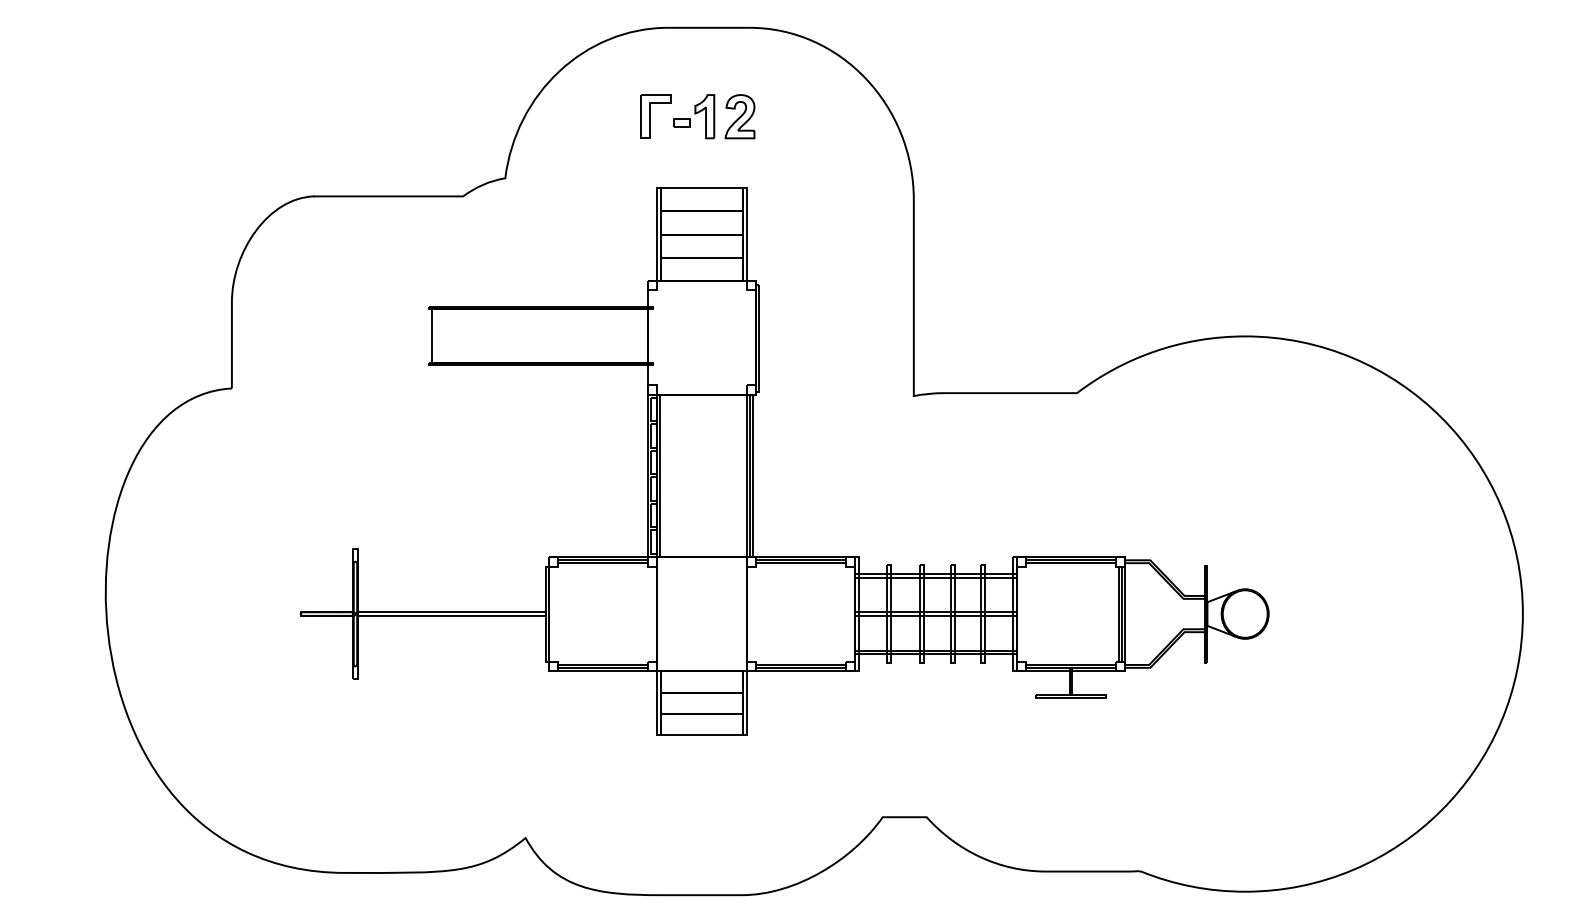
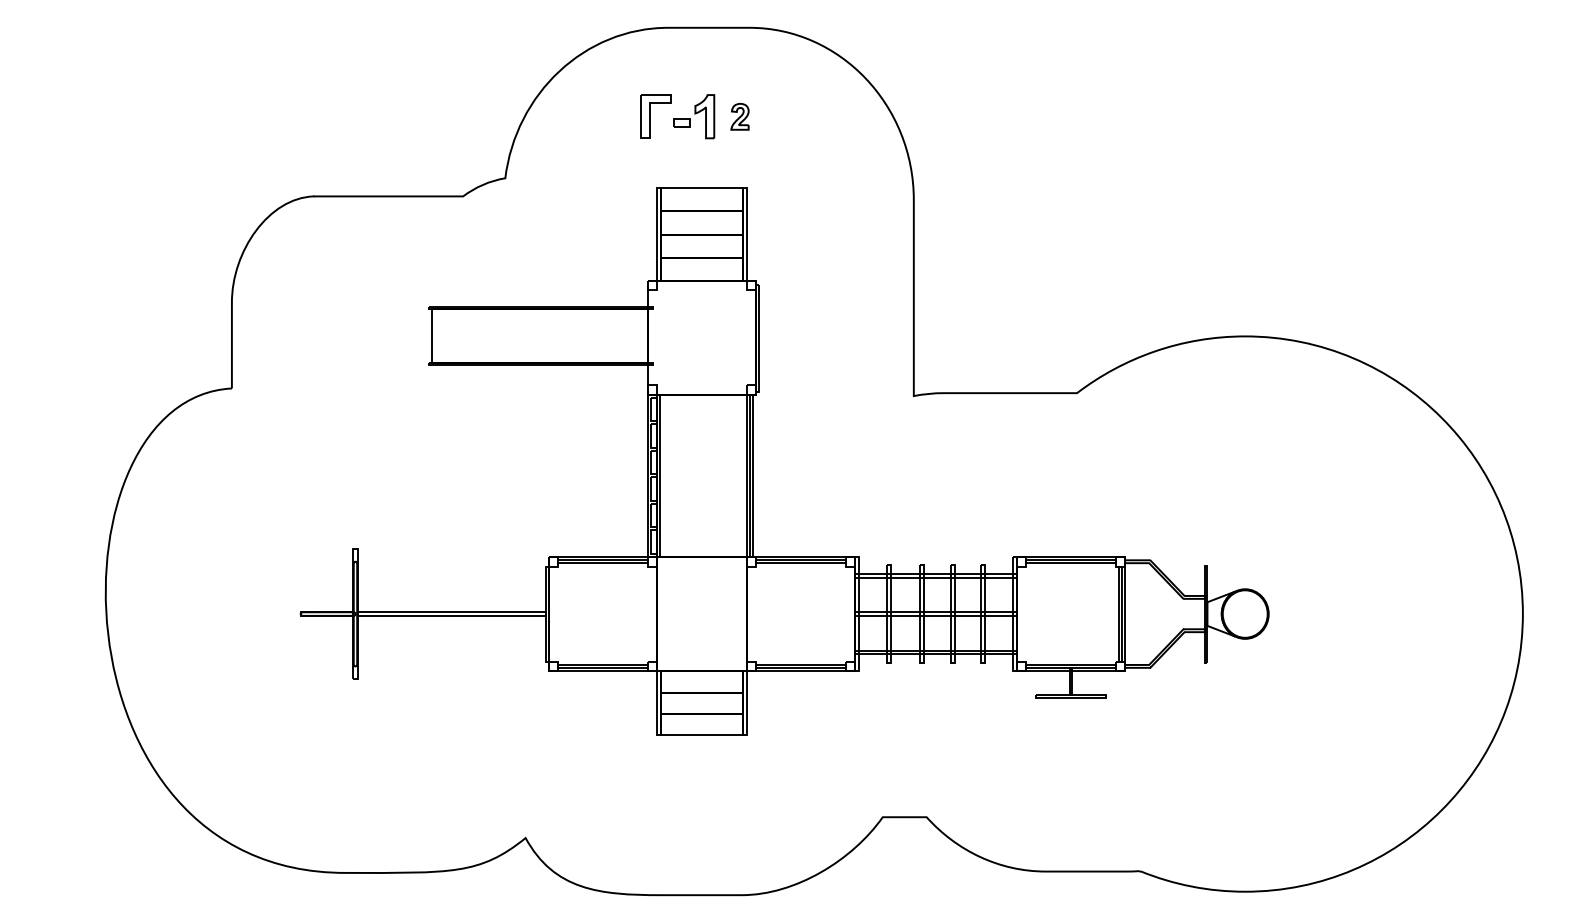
part at (739, 116) size: 32x46 px -> 20x28 px
